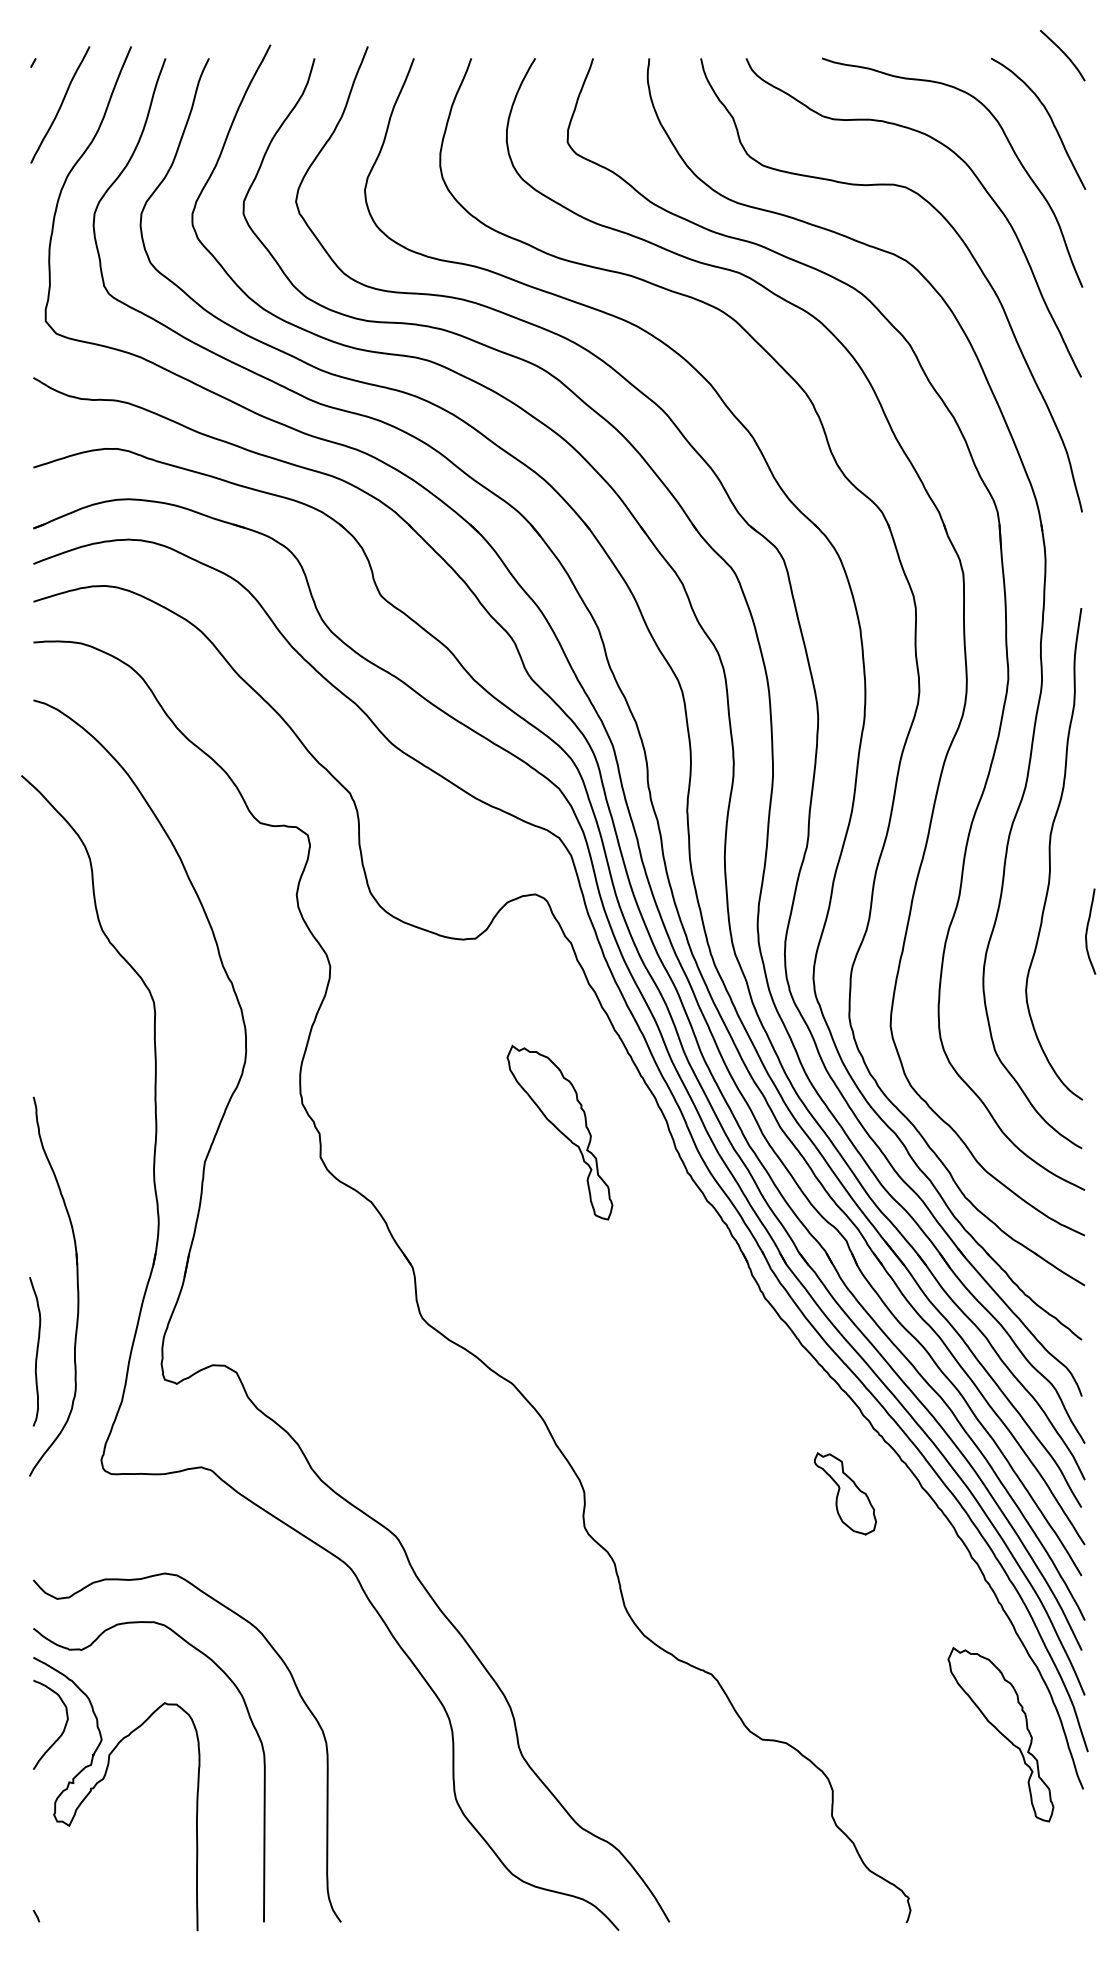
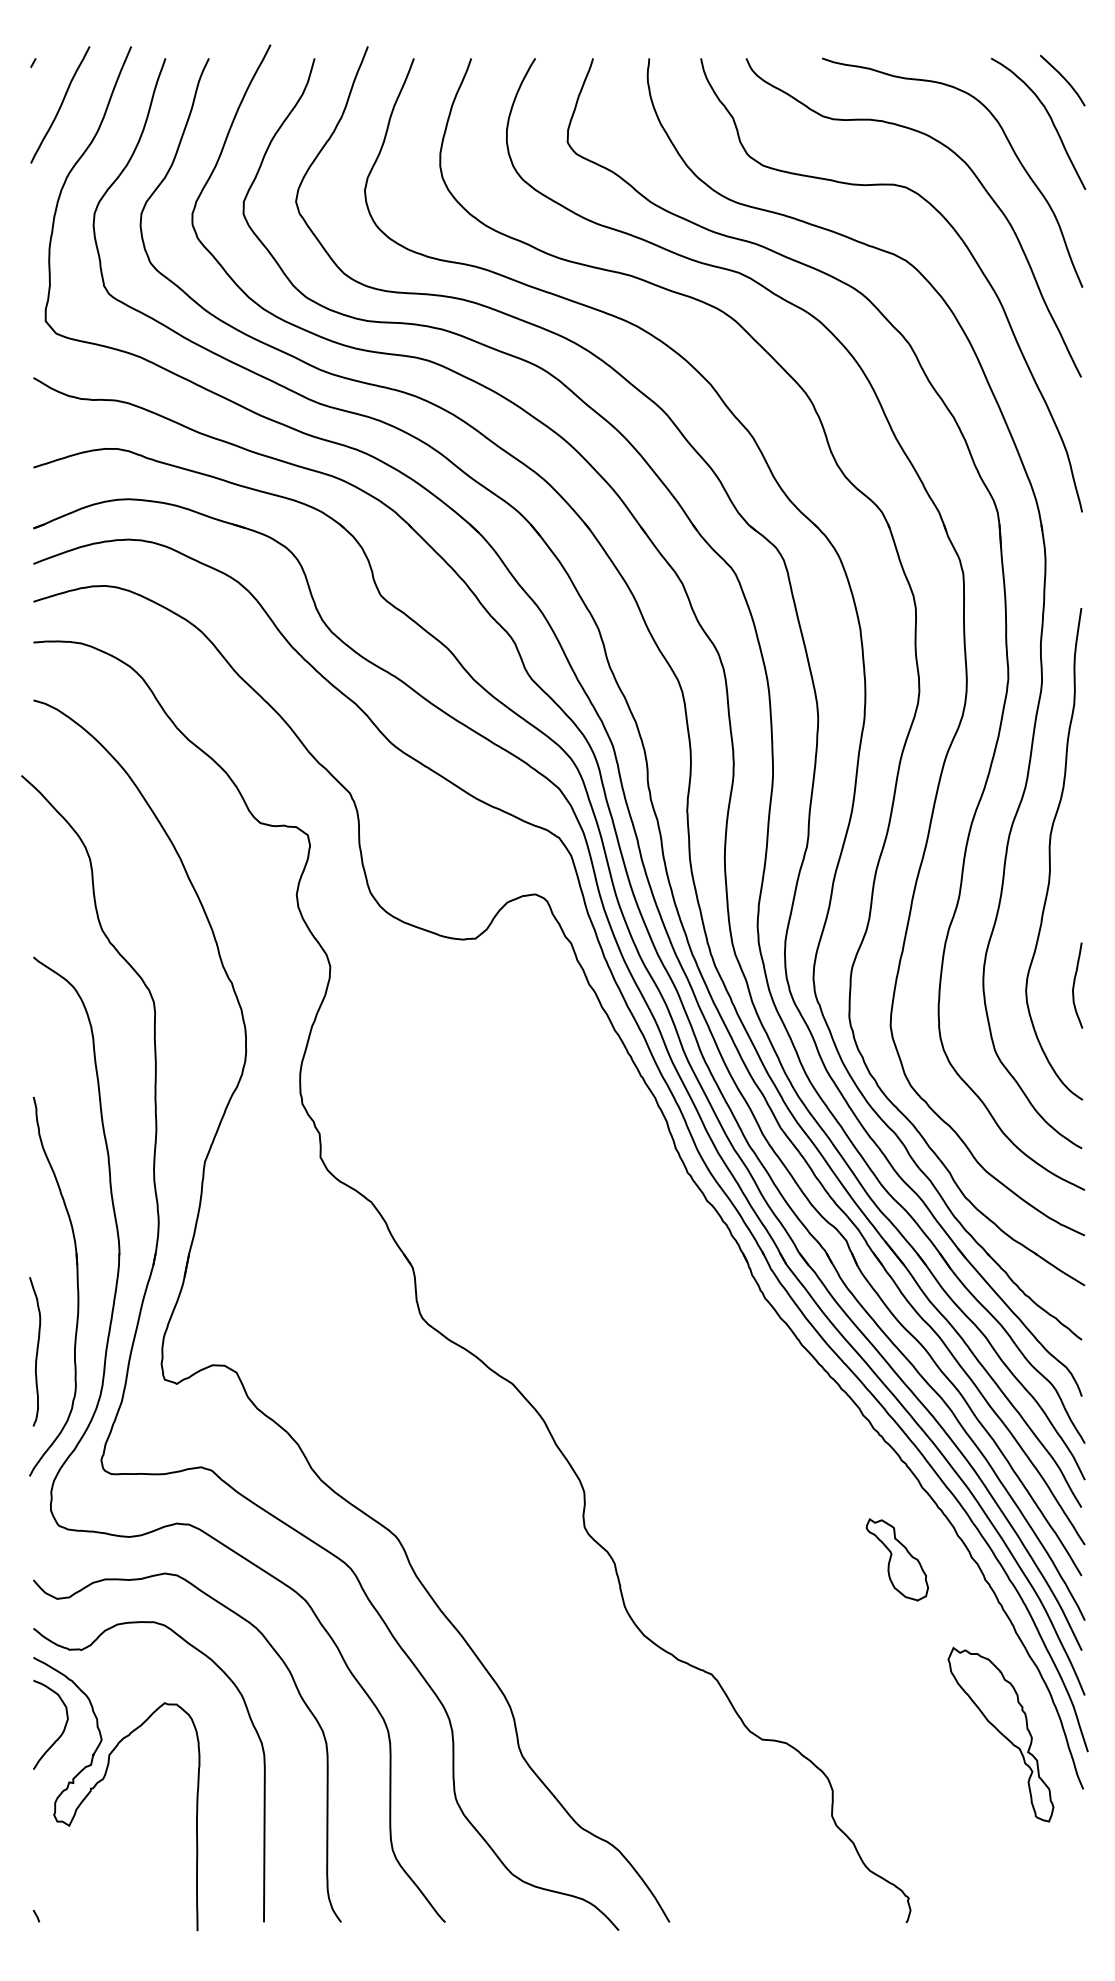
curve at (1064, 55) position: (1064, 55) -> (1064, 80)
curve at (1087, 931) position: (1087, 931) -> (1074, 985)
part at (559, 1132): present -> none
part at (844, 1493) position: (844, 1493) -> (896, 1559)
part at (198, 1527): none -> present
